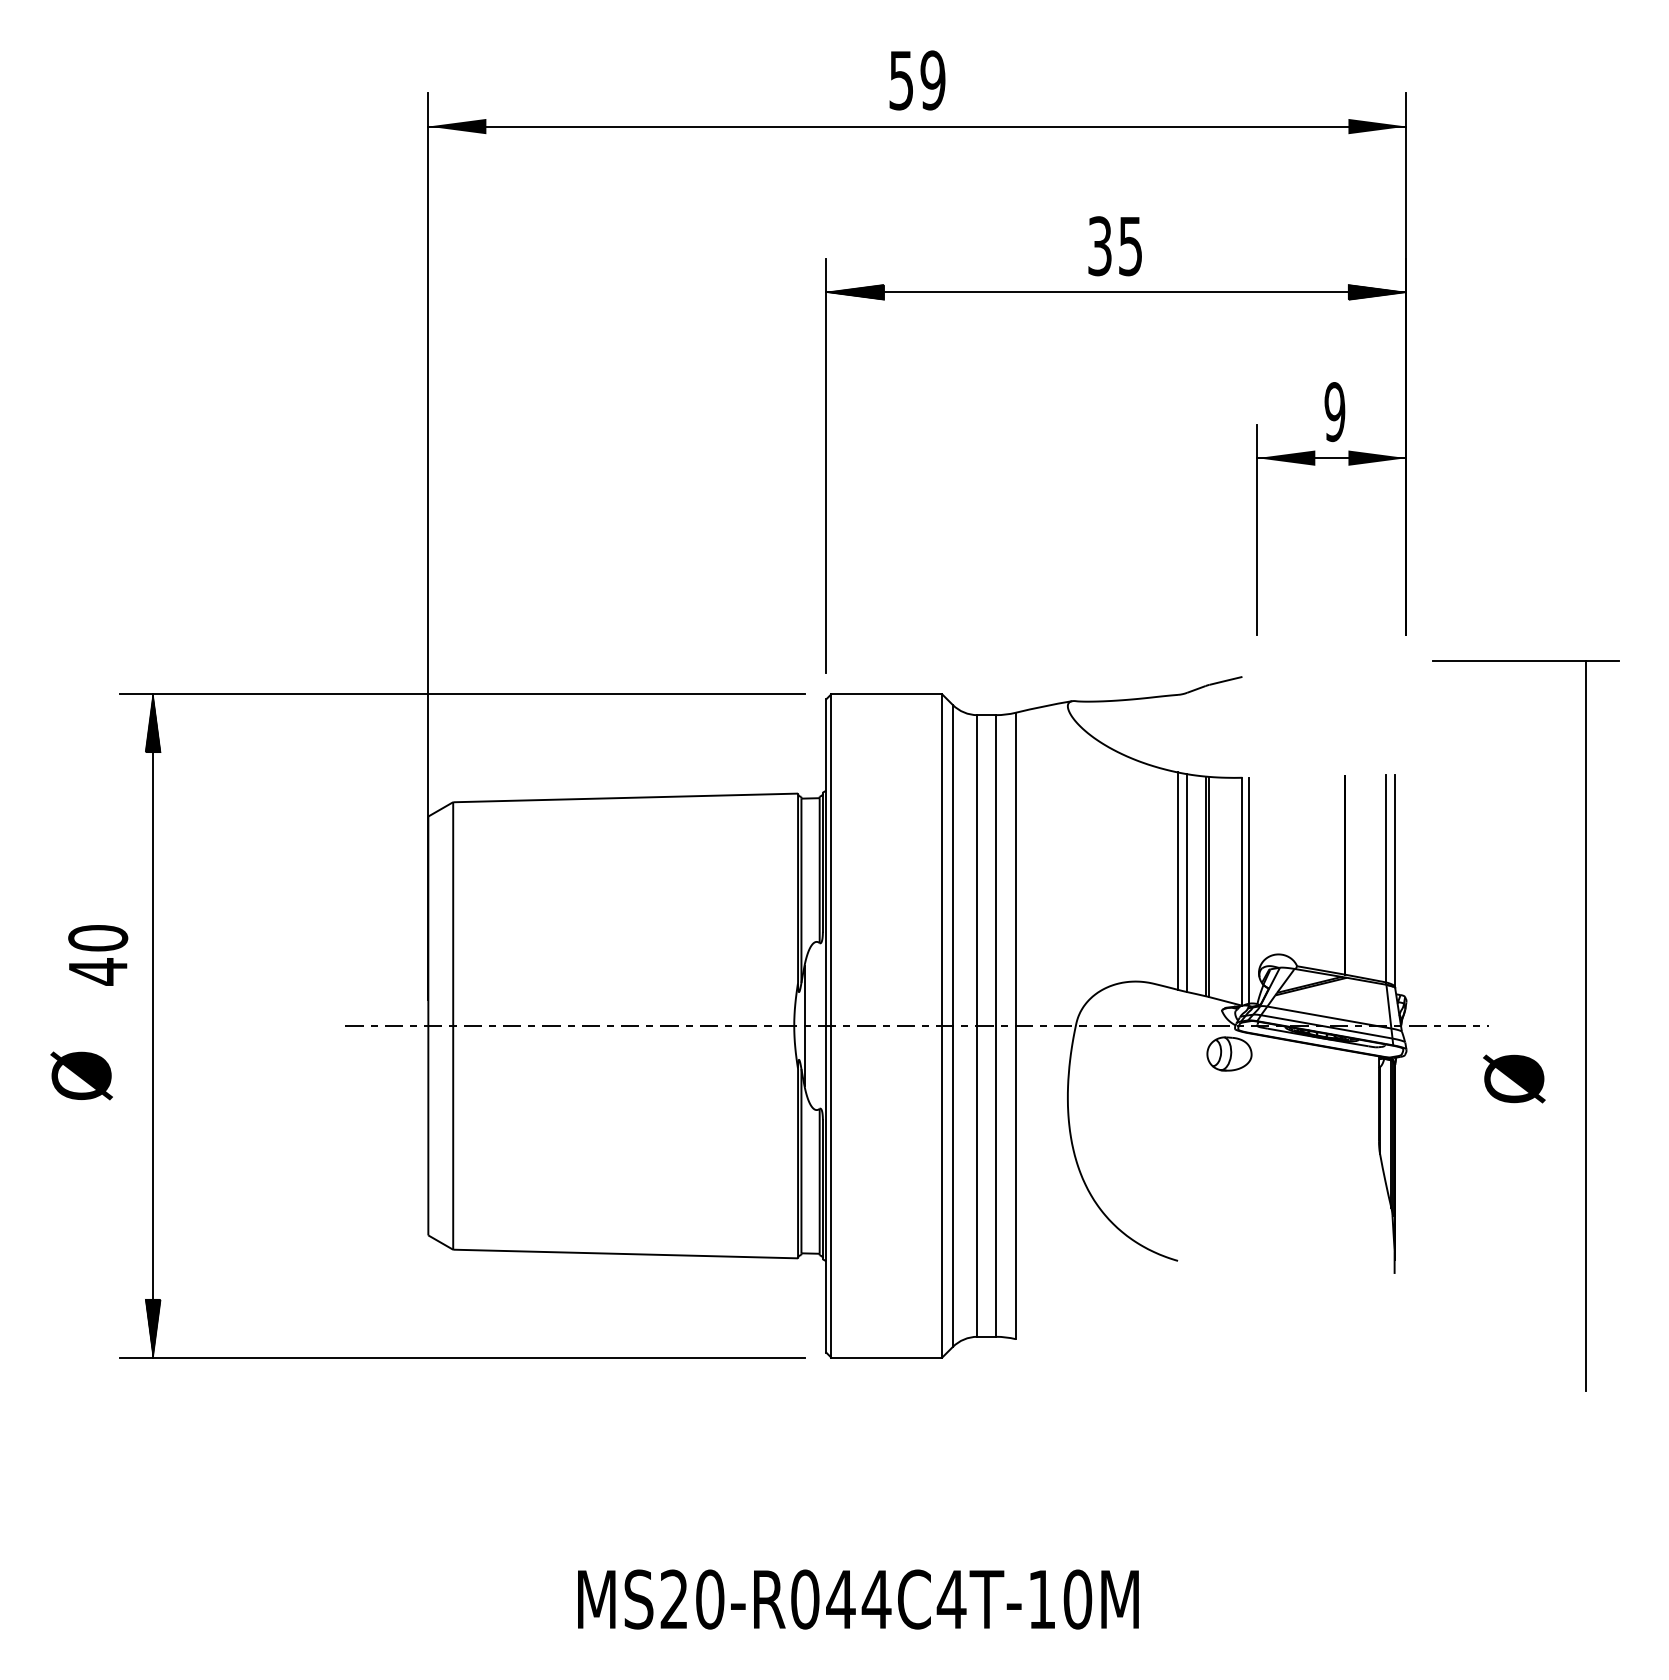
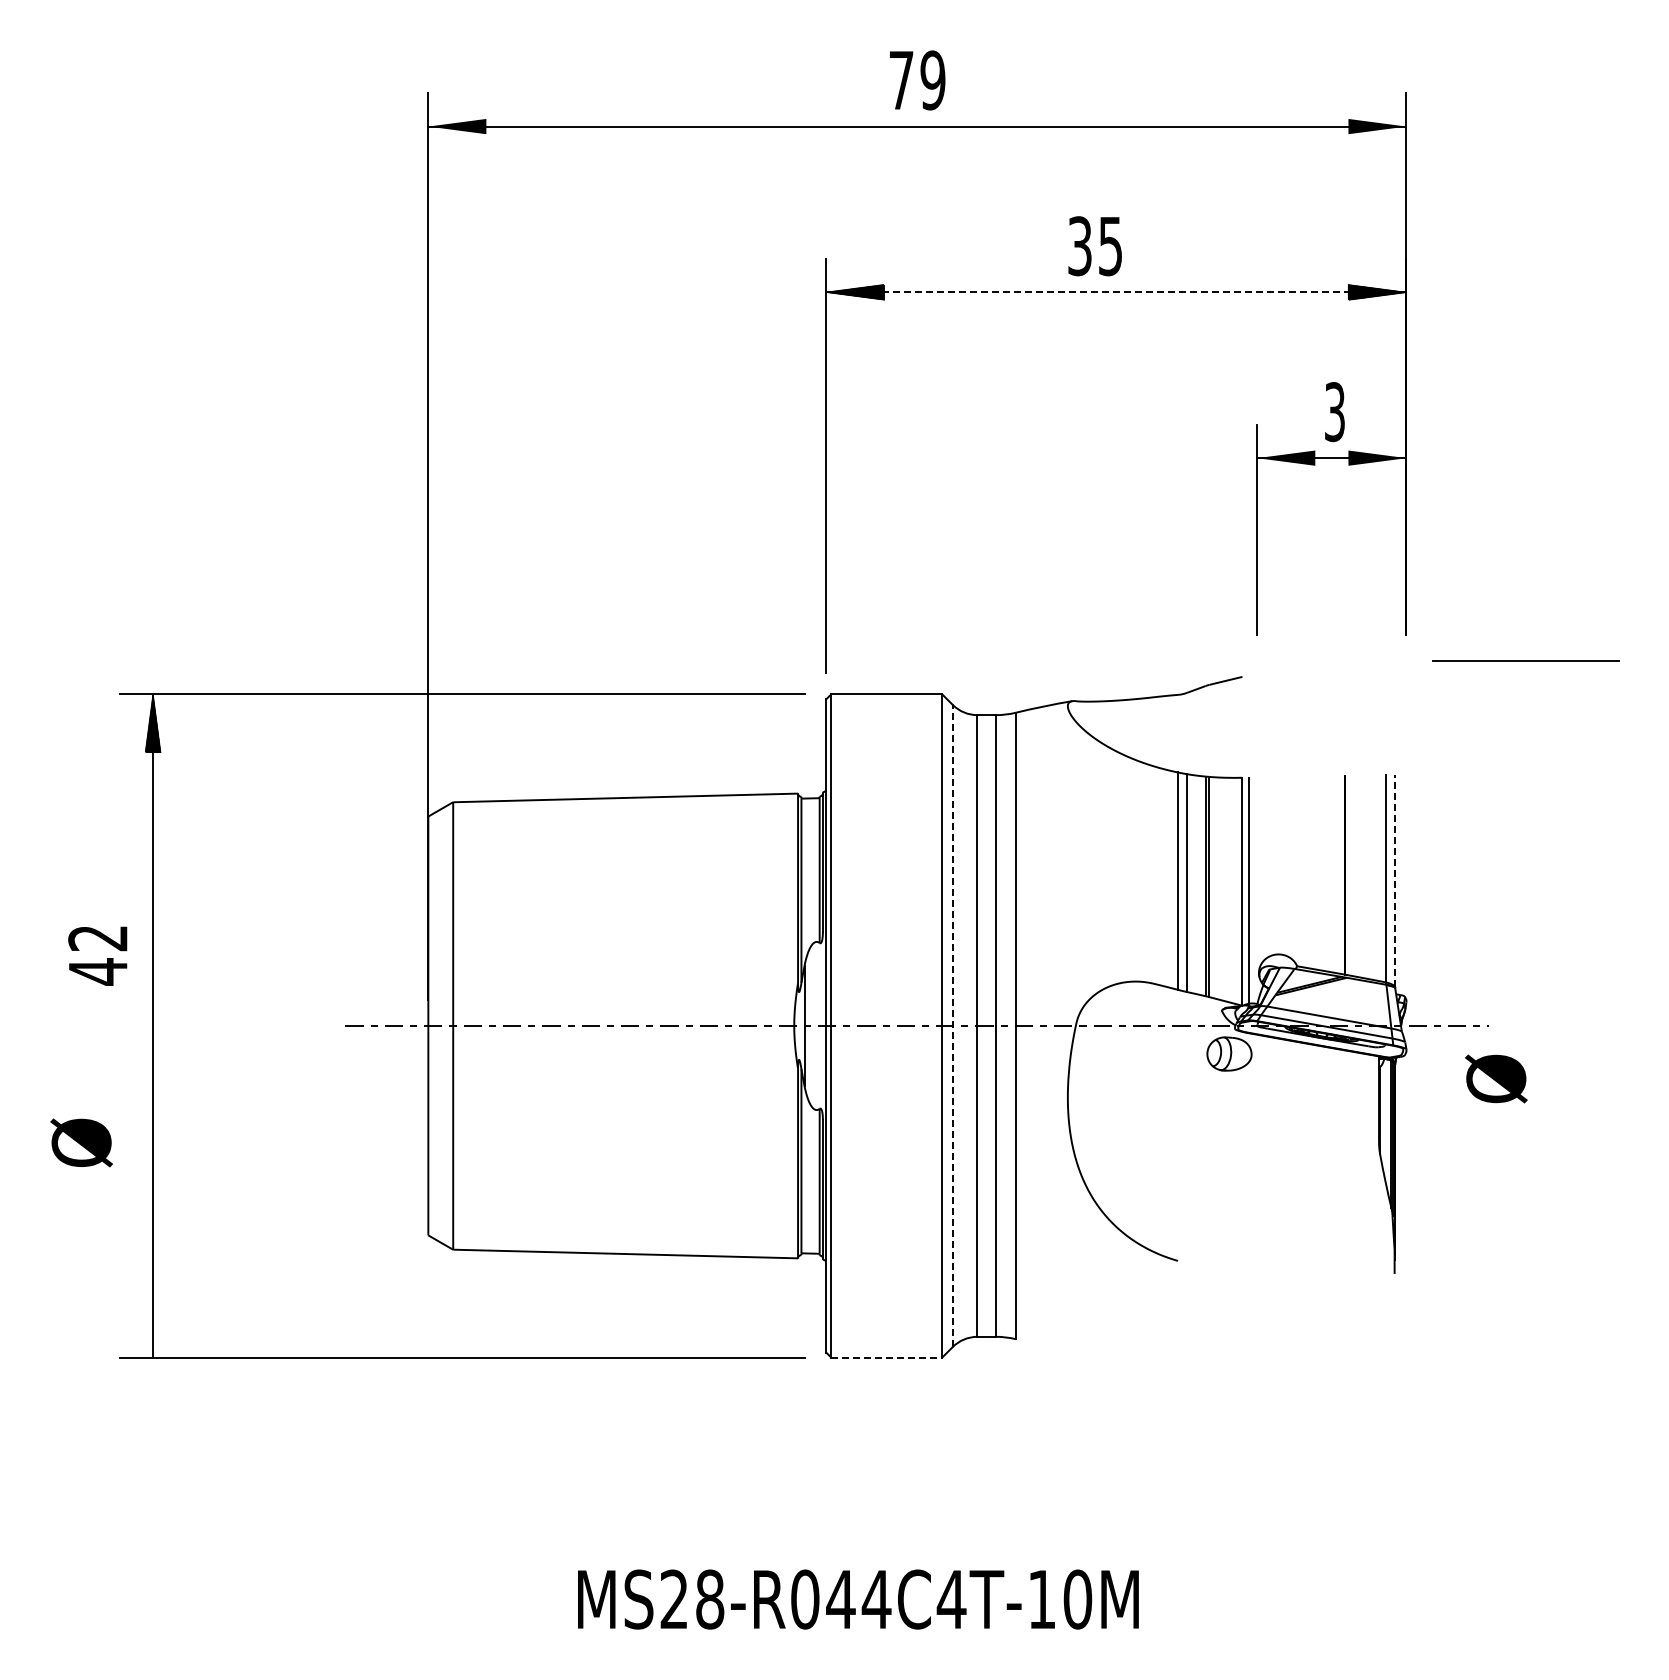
text at (901, 80): 59 -> 79
text at (1114, 246) position: (1114, 246) -> (1094, 246)
line at (1115, 292): solid -> dashed
text at (1334, 411): 9 -> 3
line at (1394, 880): solid -> dashed
text at (98, 938): 40 -> 42
line at (952, 1025): solid -> dashed
line at (1585, 1025): present -> none
text at (81, 1075) position: (81, 1075) -> (81, 1142)
text at (1514, 1078) position: (1514, 1078) -> (1496, 1078)
hatch at (152, 1328): present -> none
line at (886, 1357): solid -> dashed
text at (710, 1599): MS20-R044C4T-10M -> MS28-R044C4T-10M
